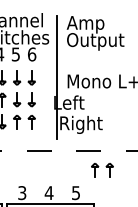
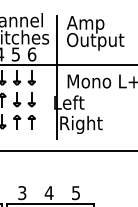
line at (68, 65): none -> present
line at (69, 150): dashed -> solid
part at (102, 170): present -> none
